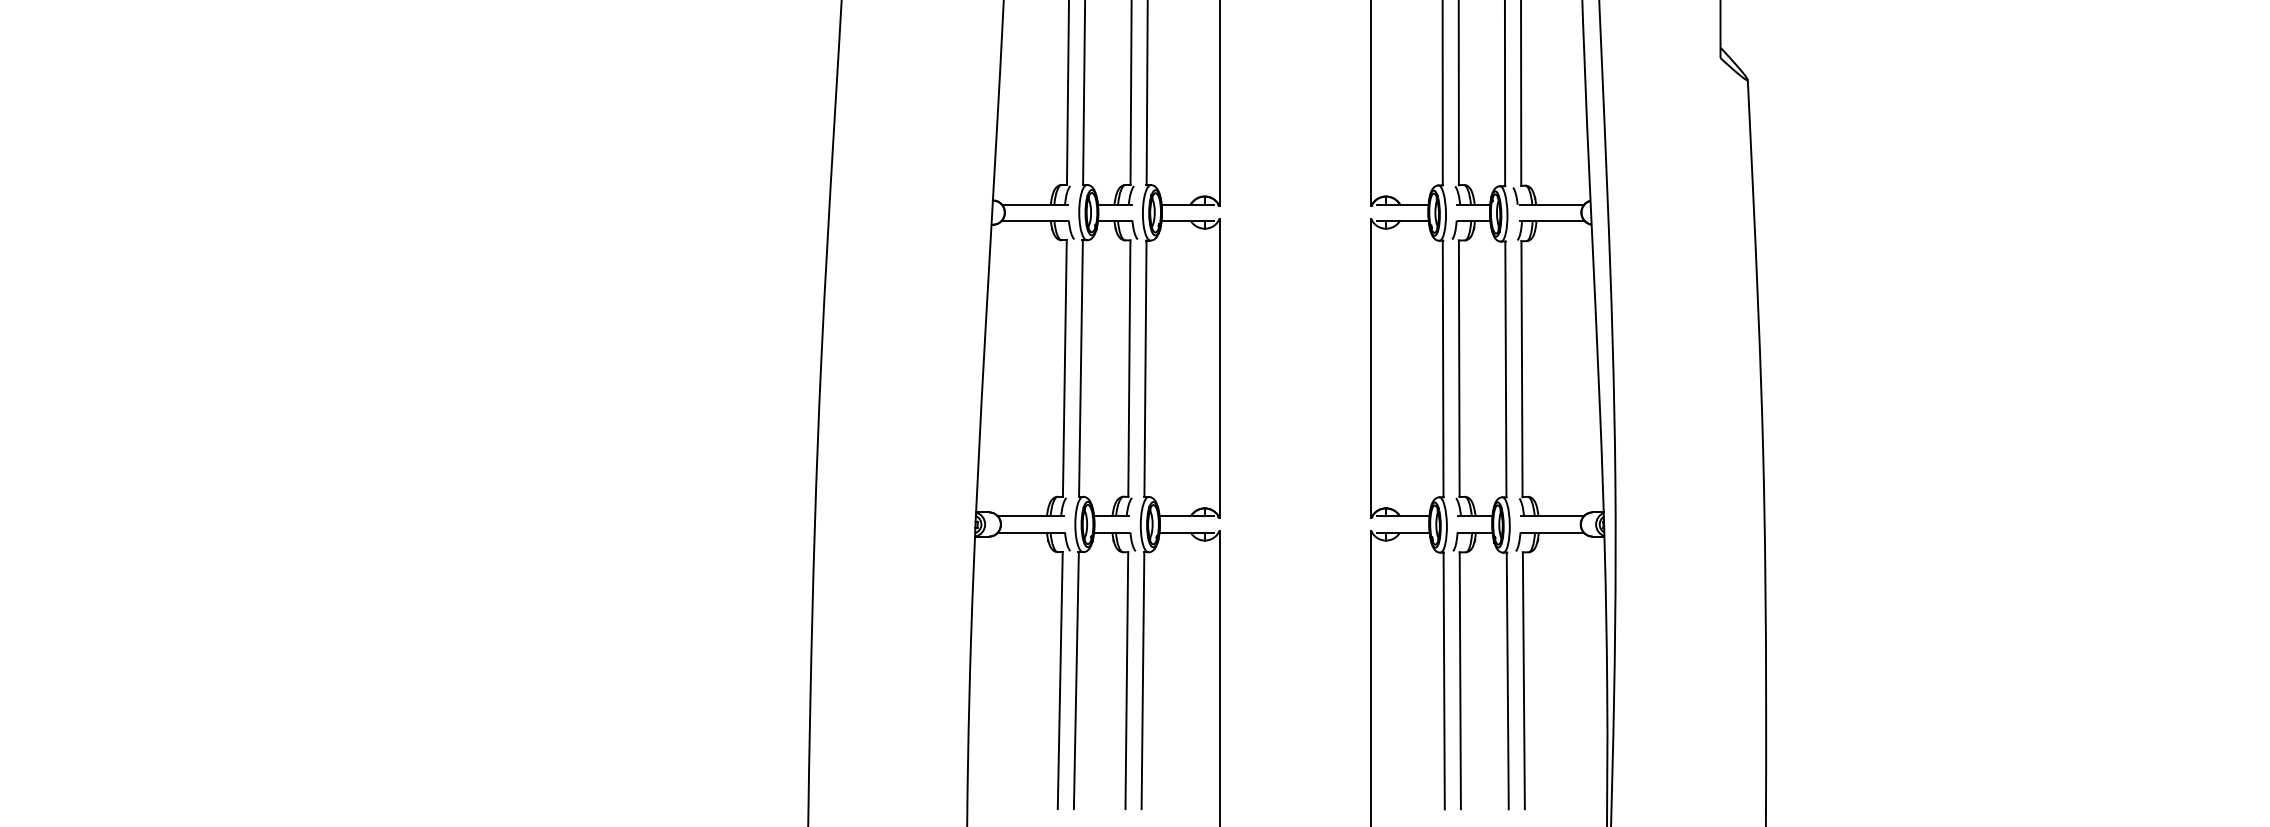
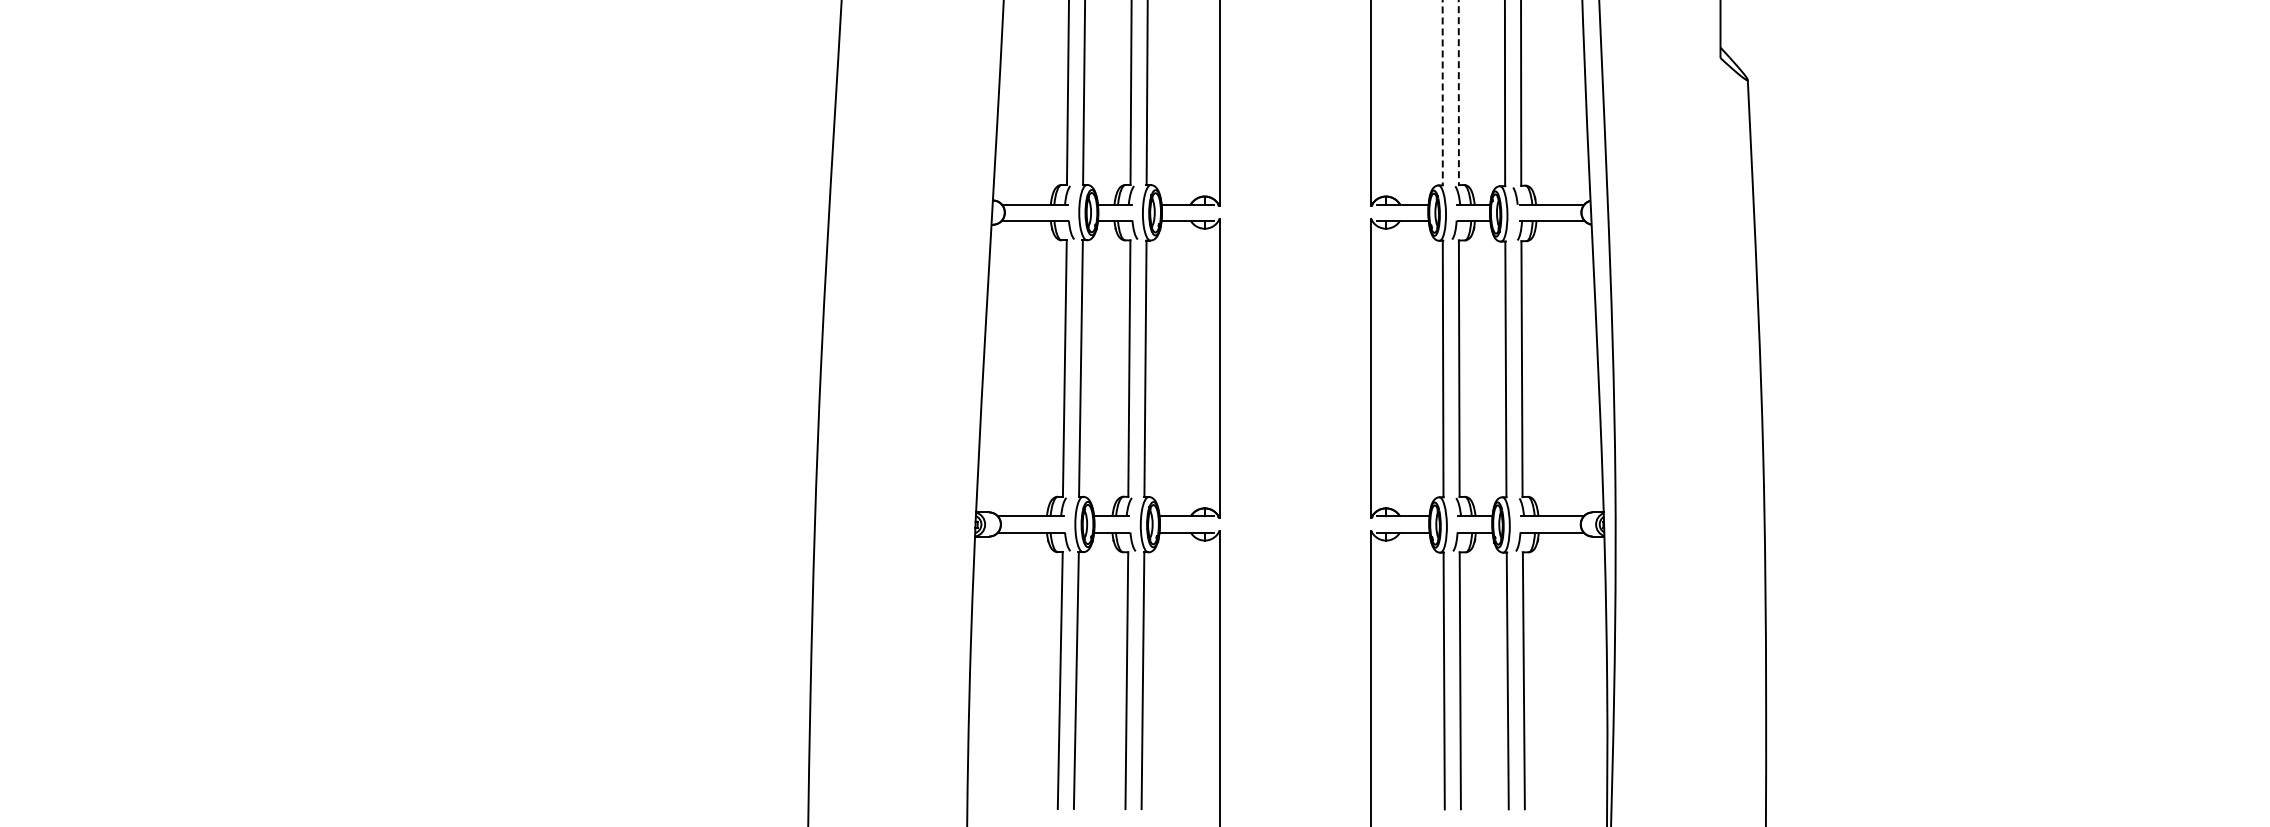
line at (1442, 93): solid -> dashed
line at (1458, 93): solid -> dashed
